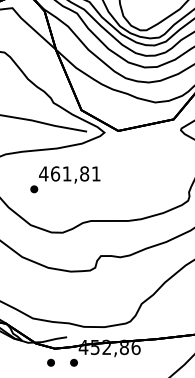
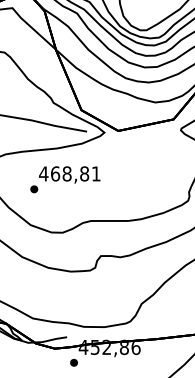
text at (66, 173): 461,81 -> 468,81
part at (50, 362): present -> none
